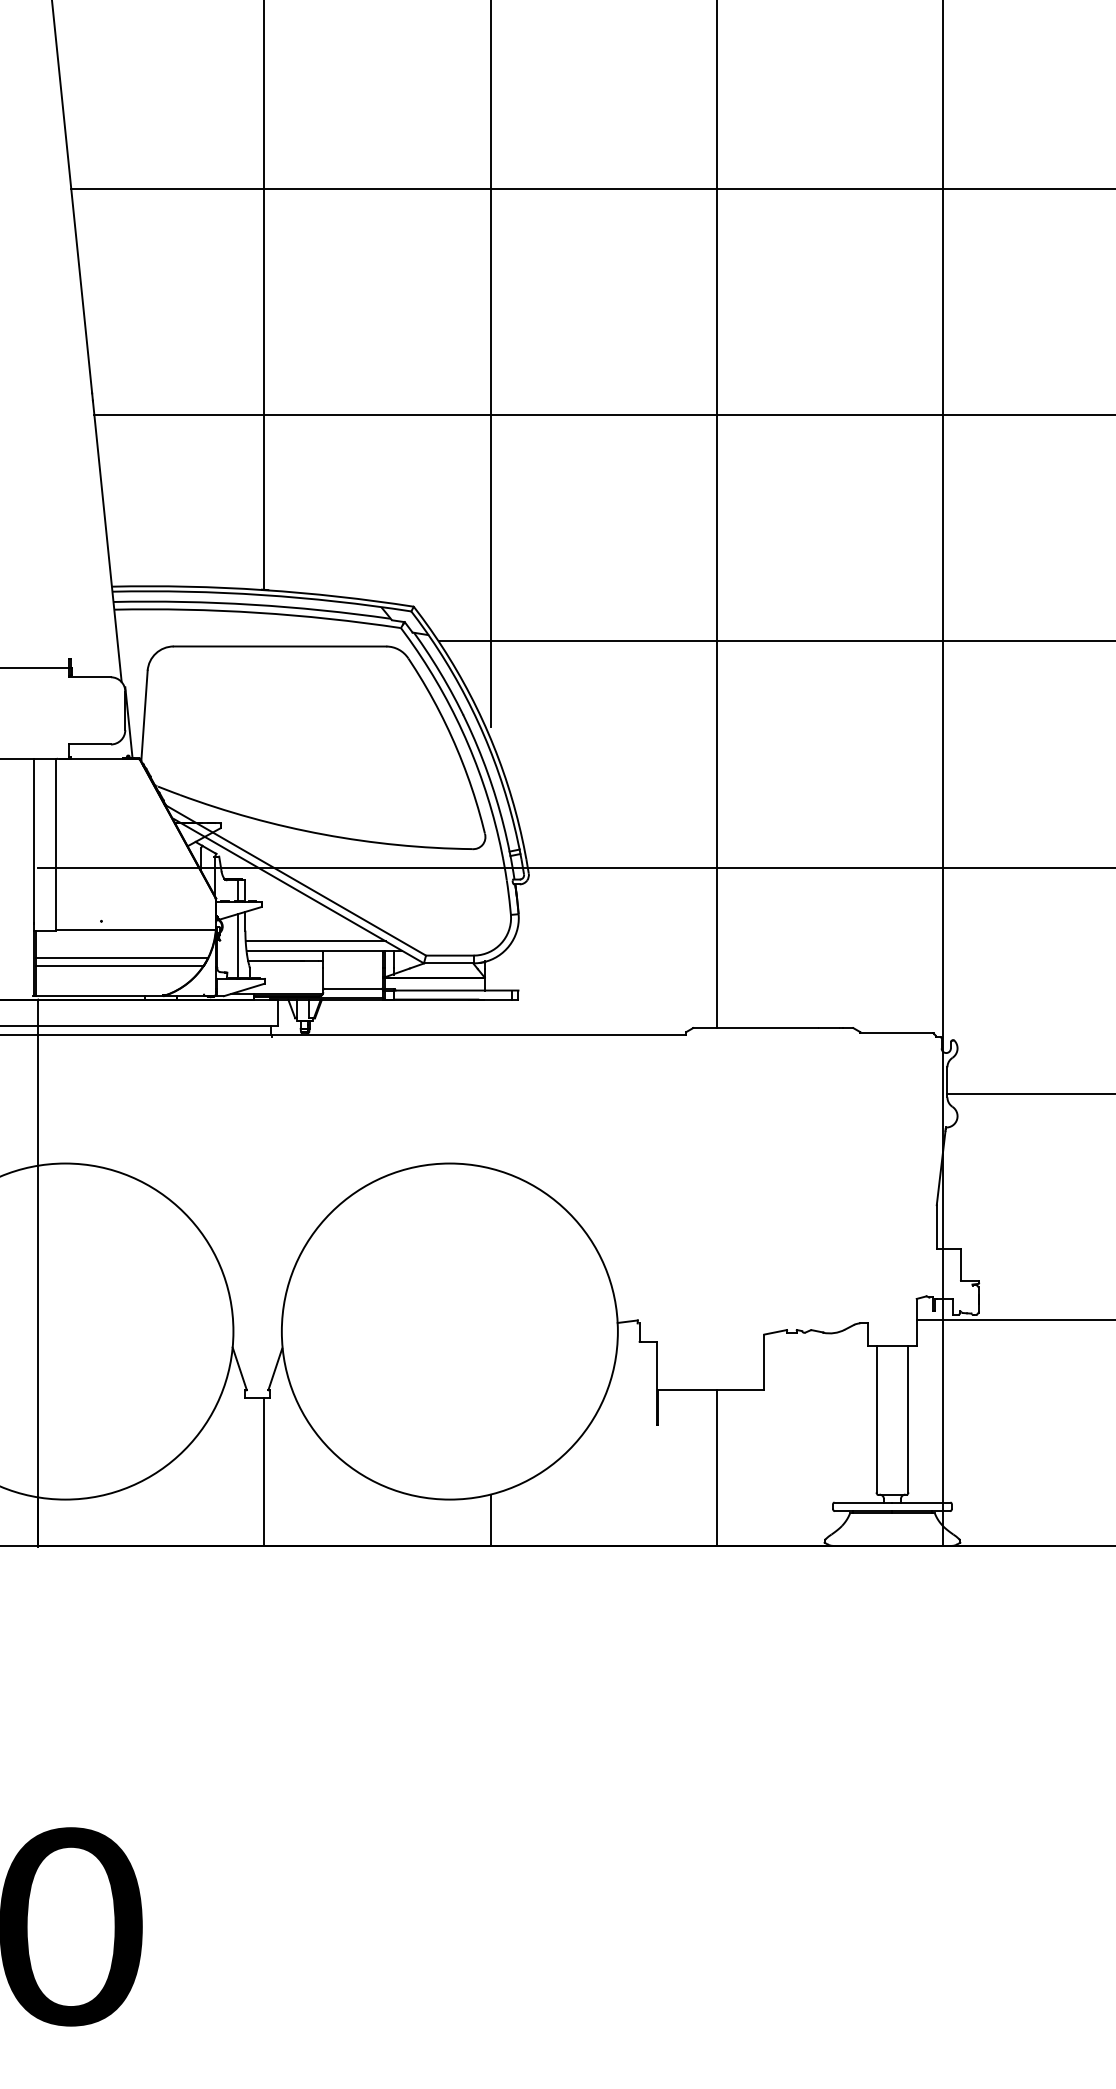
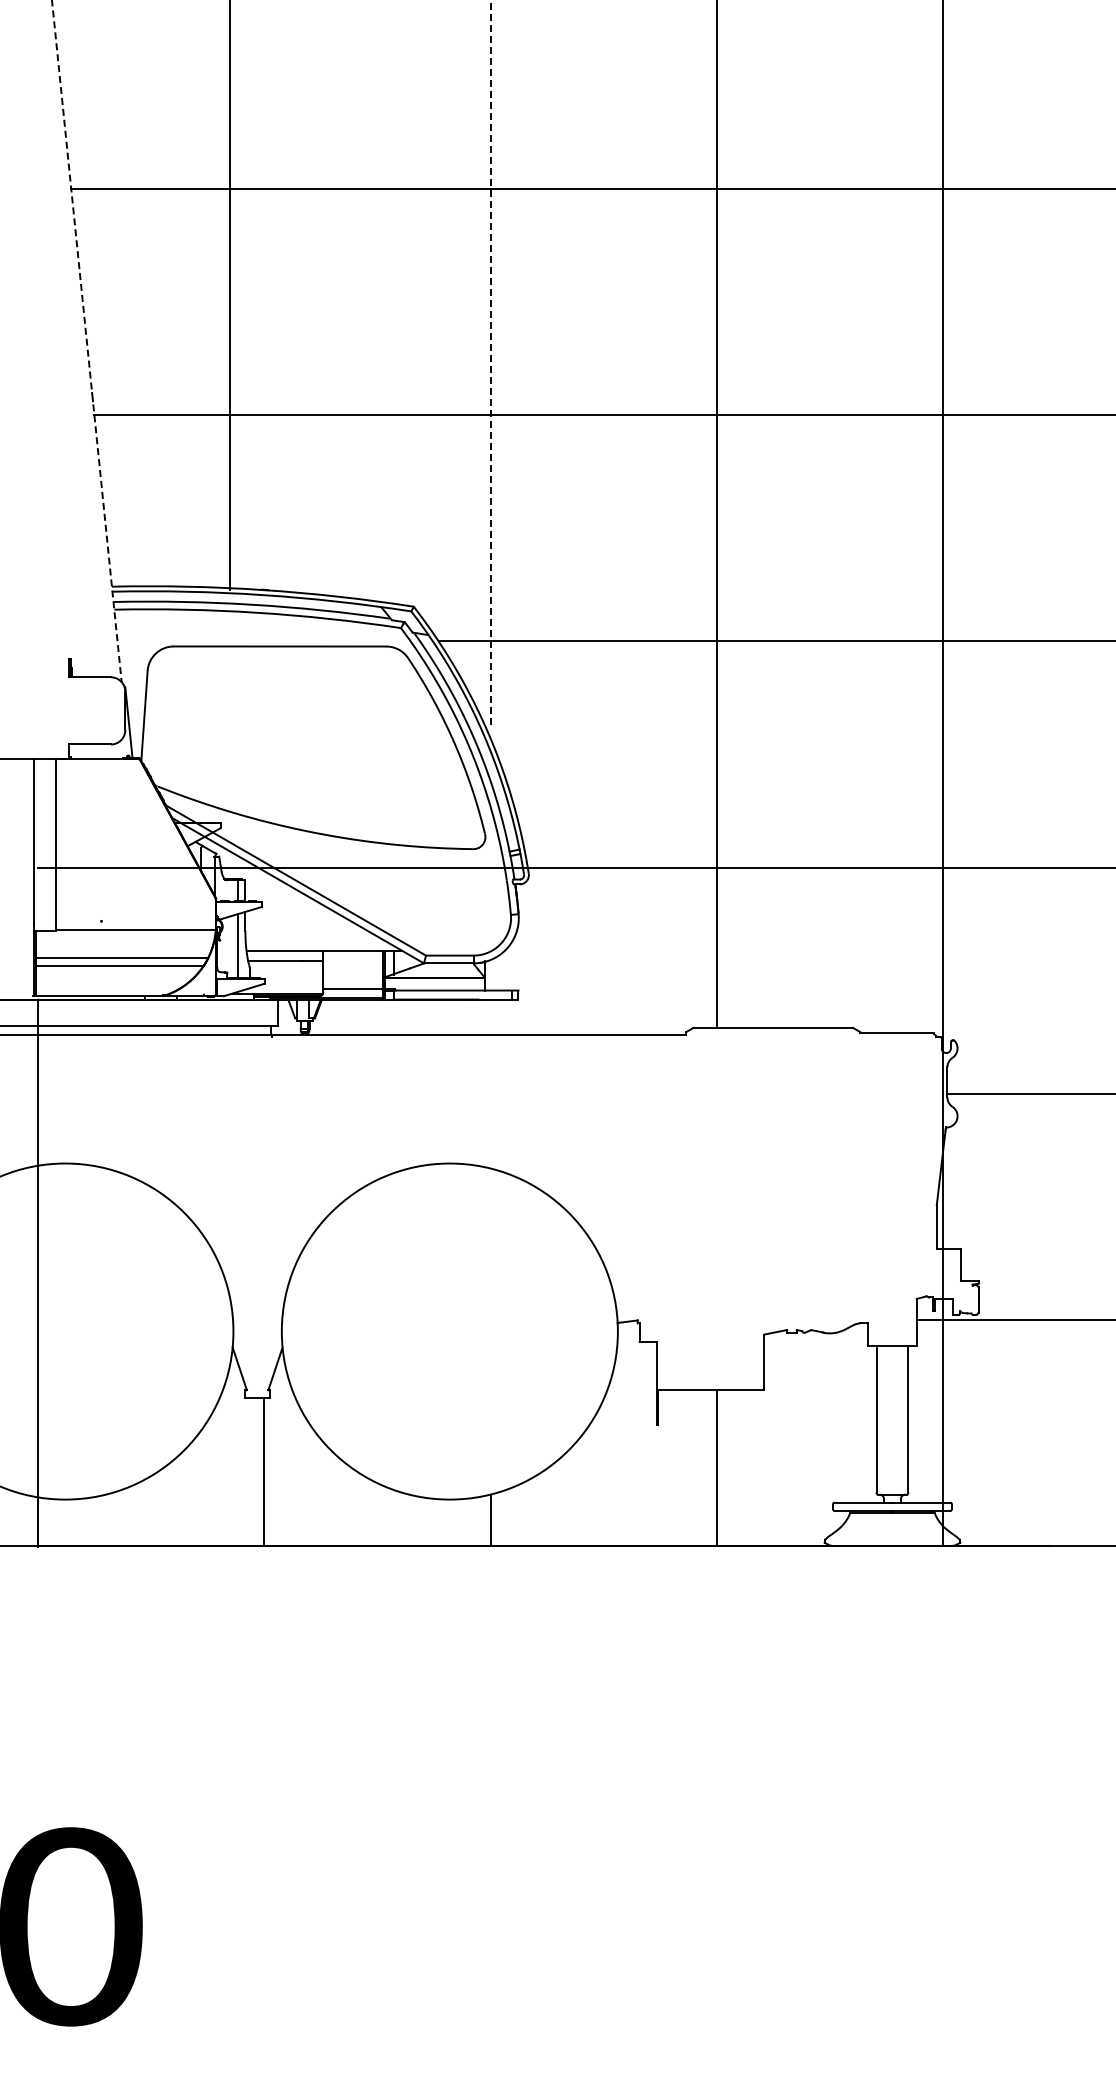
line at (264, 295) position: (264, 295) -> (230, 295)
line at (86, 341): solid -> dashed
line at (490, 364): solid -> dashed
line at (35, 668): present -> none
line at (315, 941): present -> none
